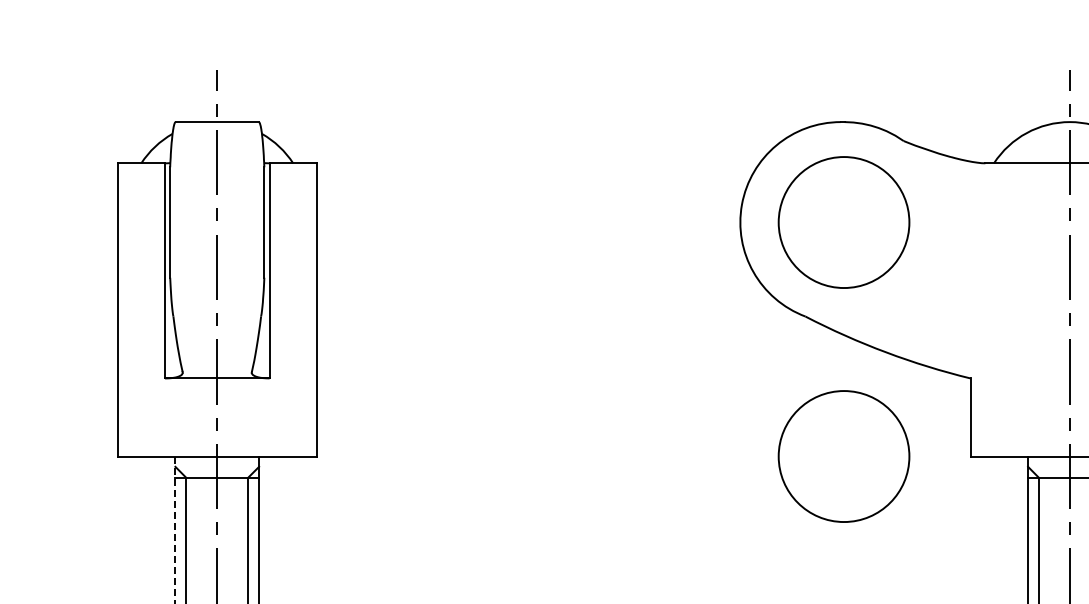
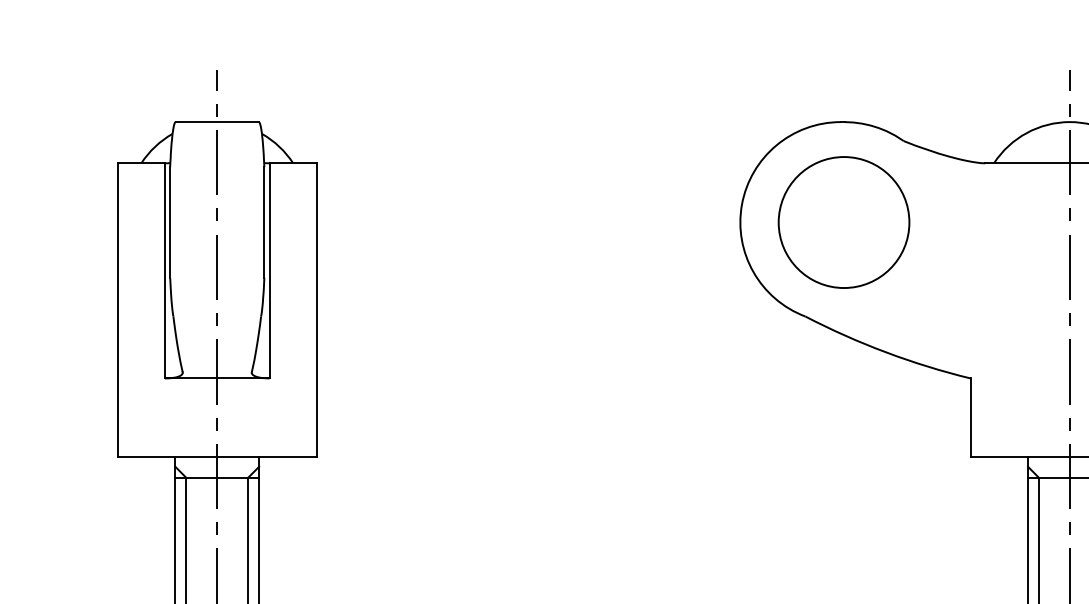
part at (843, 456): present -> none
line at (175, 530): dashed -> solid
